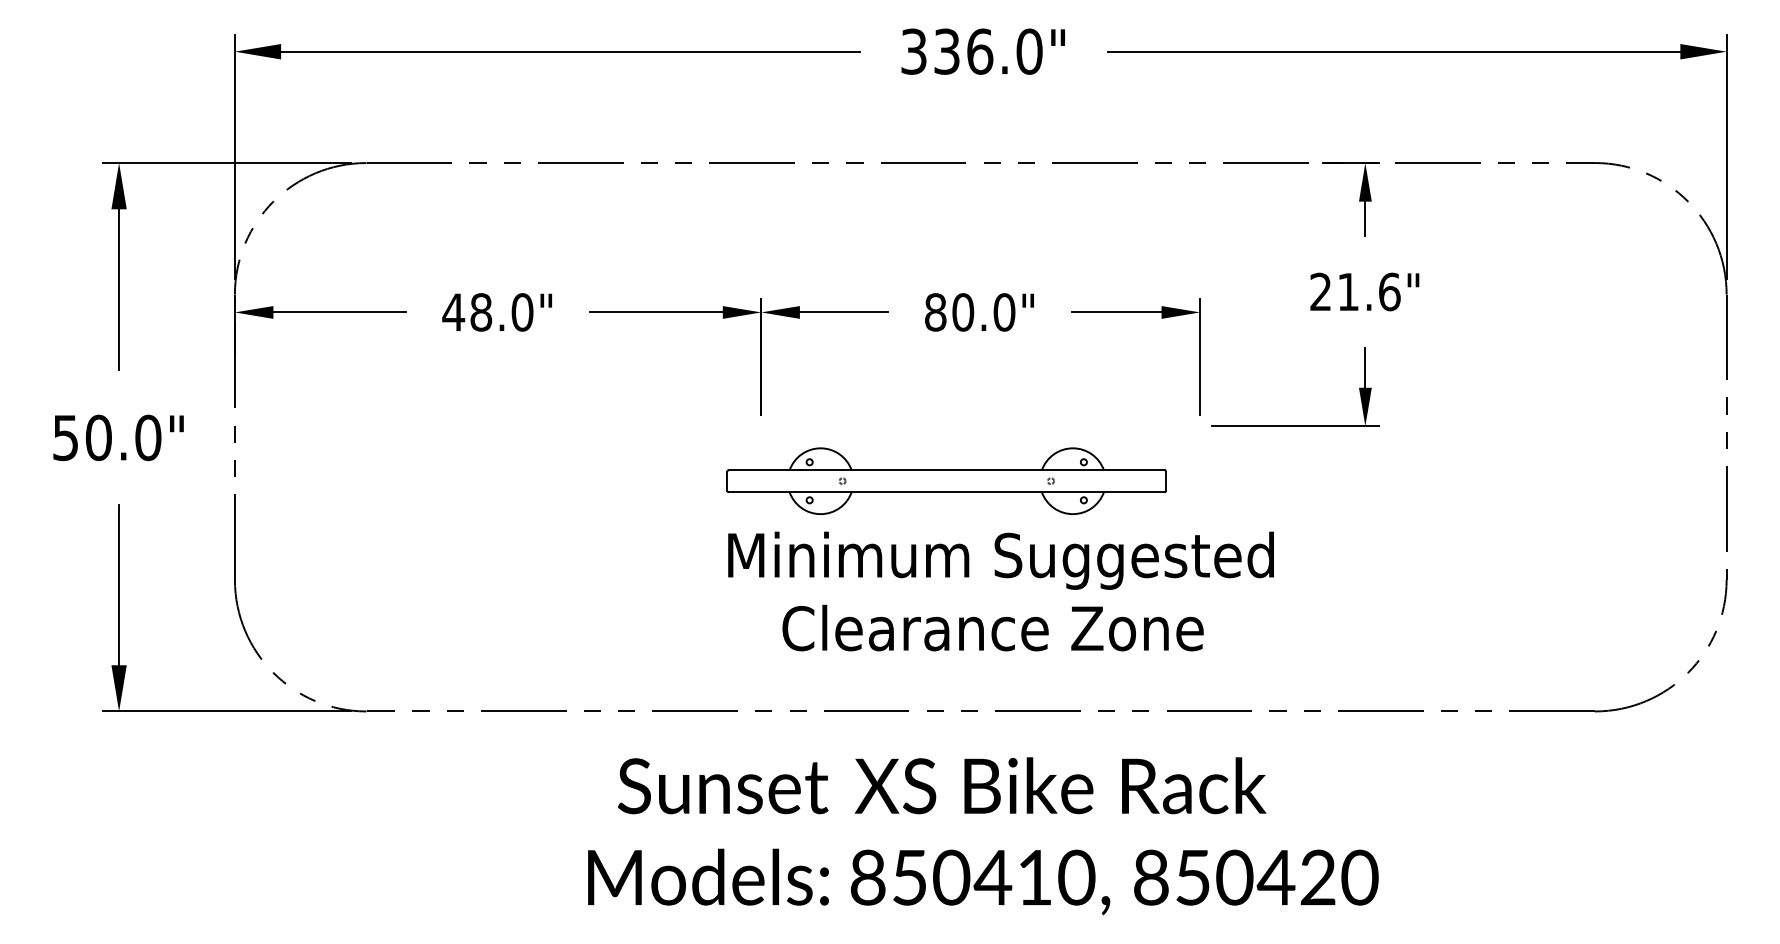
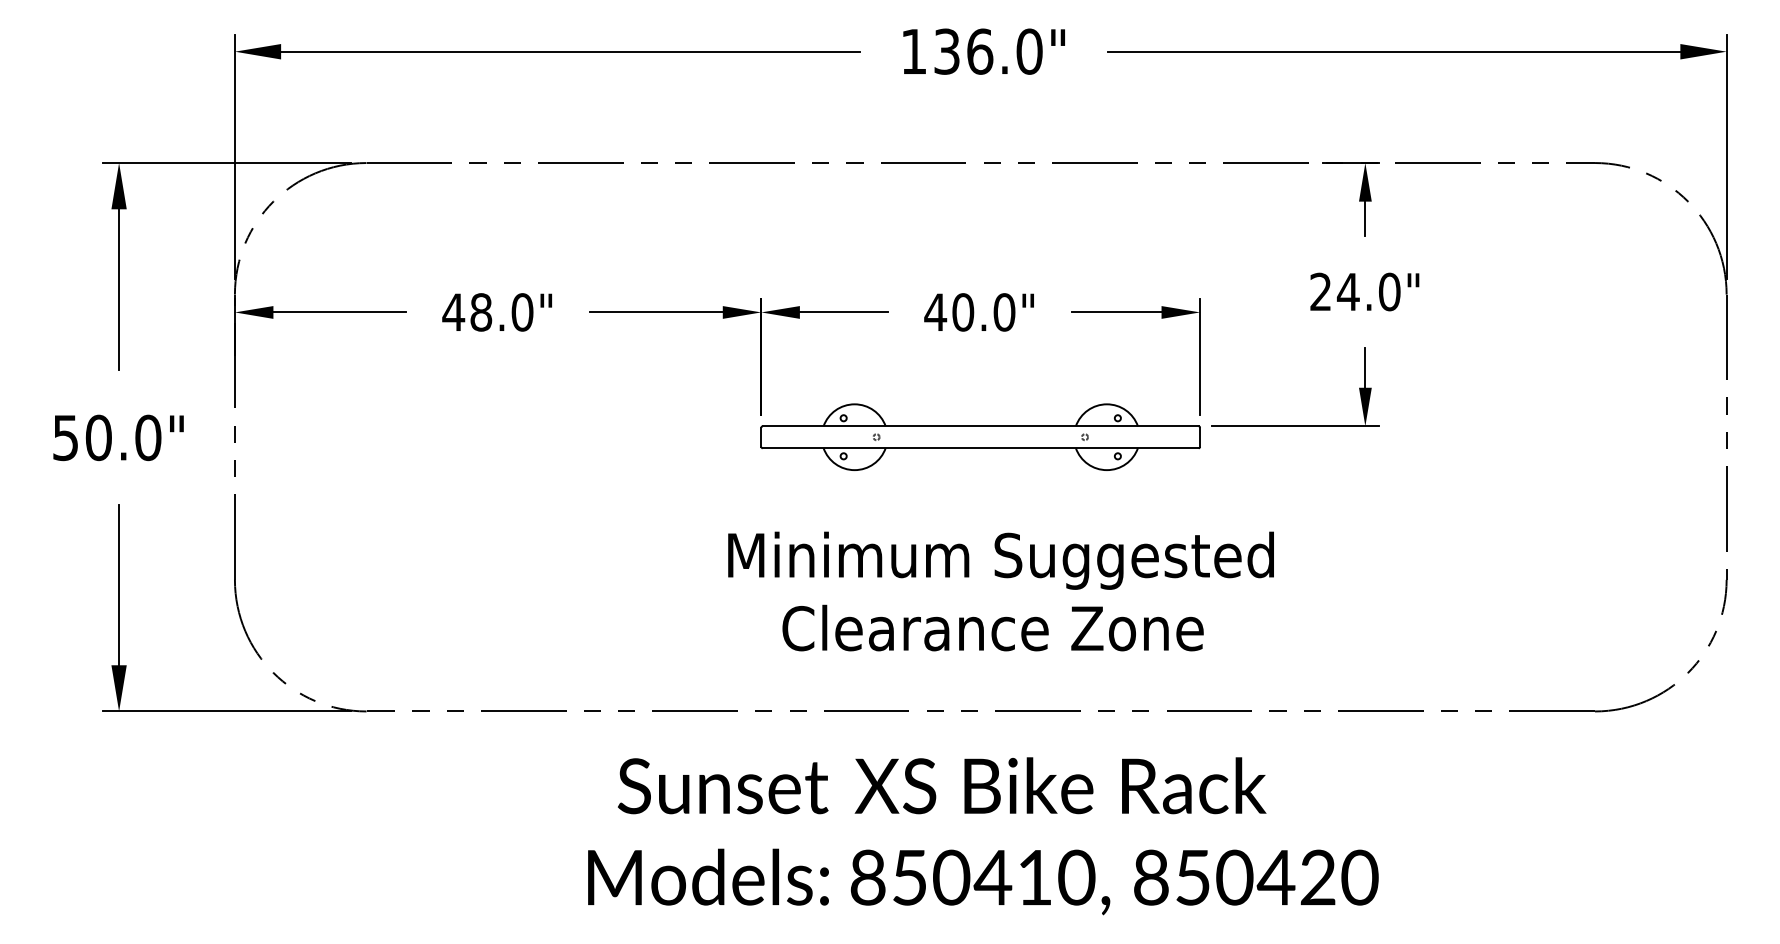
text at (913, 51): 336.0" -> 136.0"
text at (1368, 291): 21.6" -> 24.0"
text at (935, 312): 80.0" -> 40.0"
part at (946, 480) position: (946, 480) -> (980, 436)
